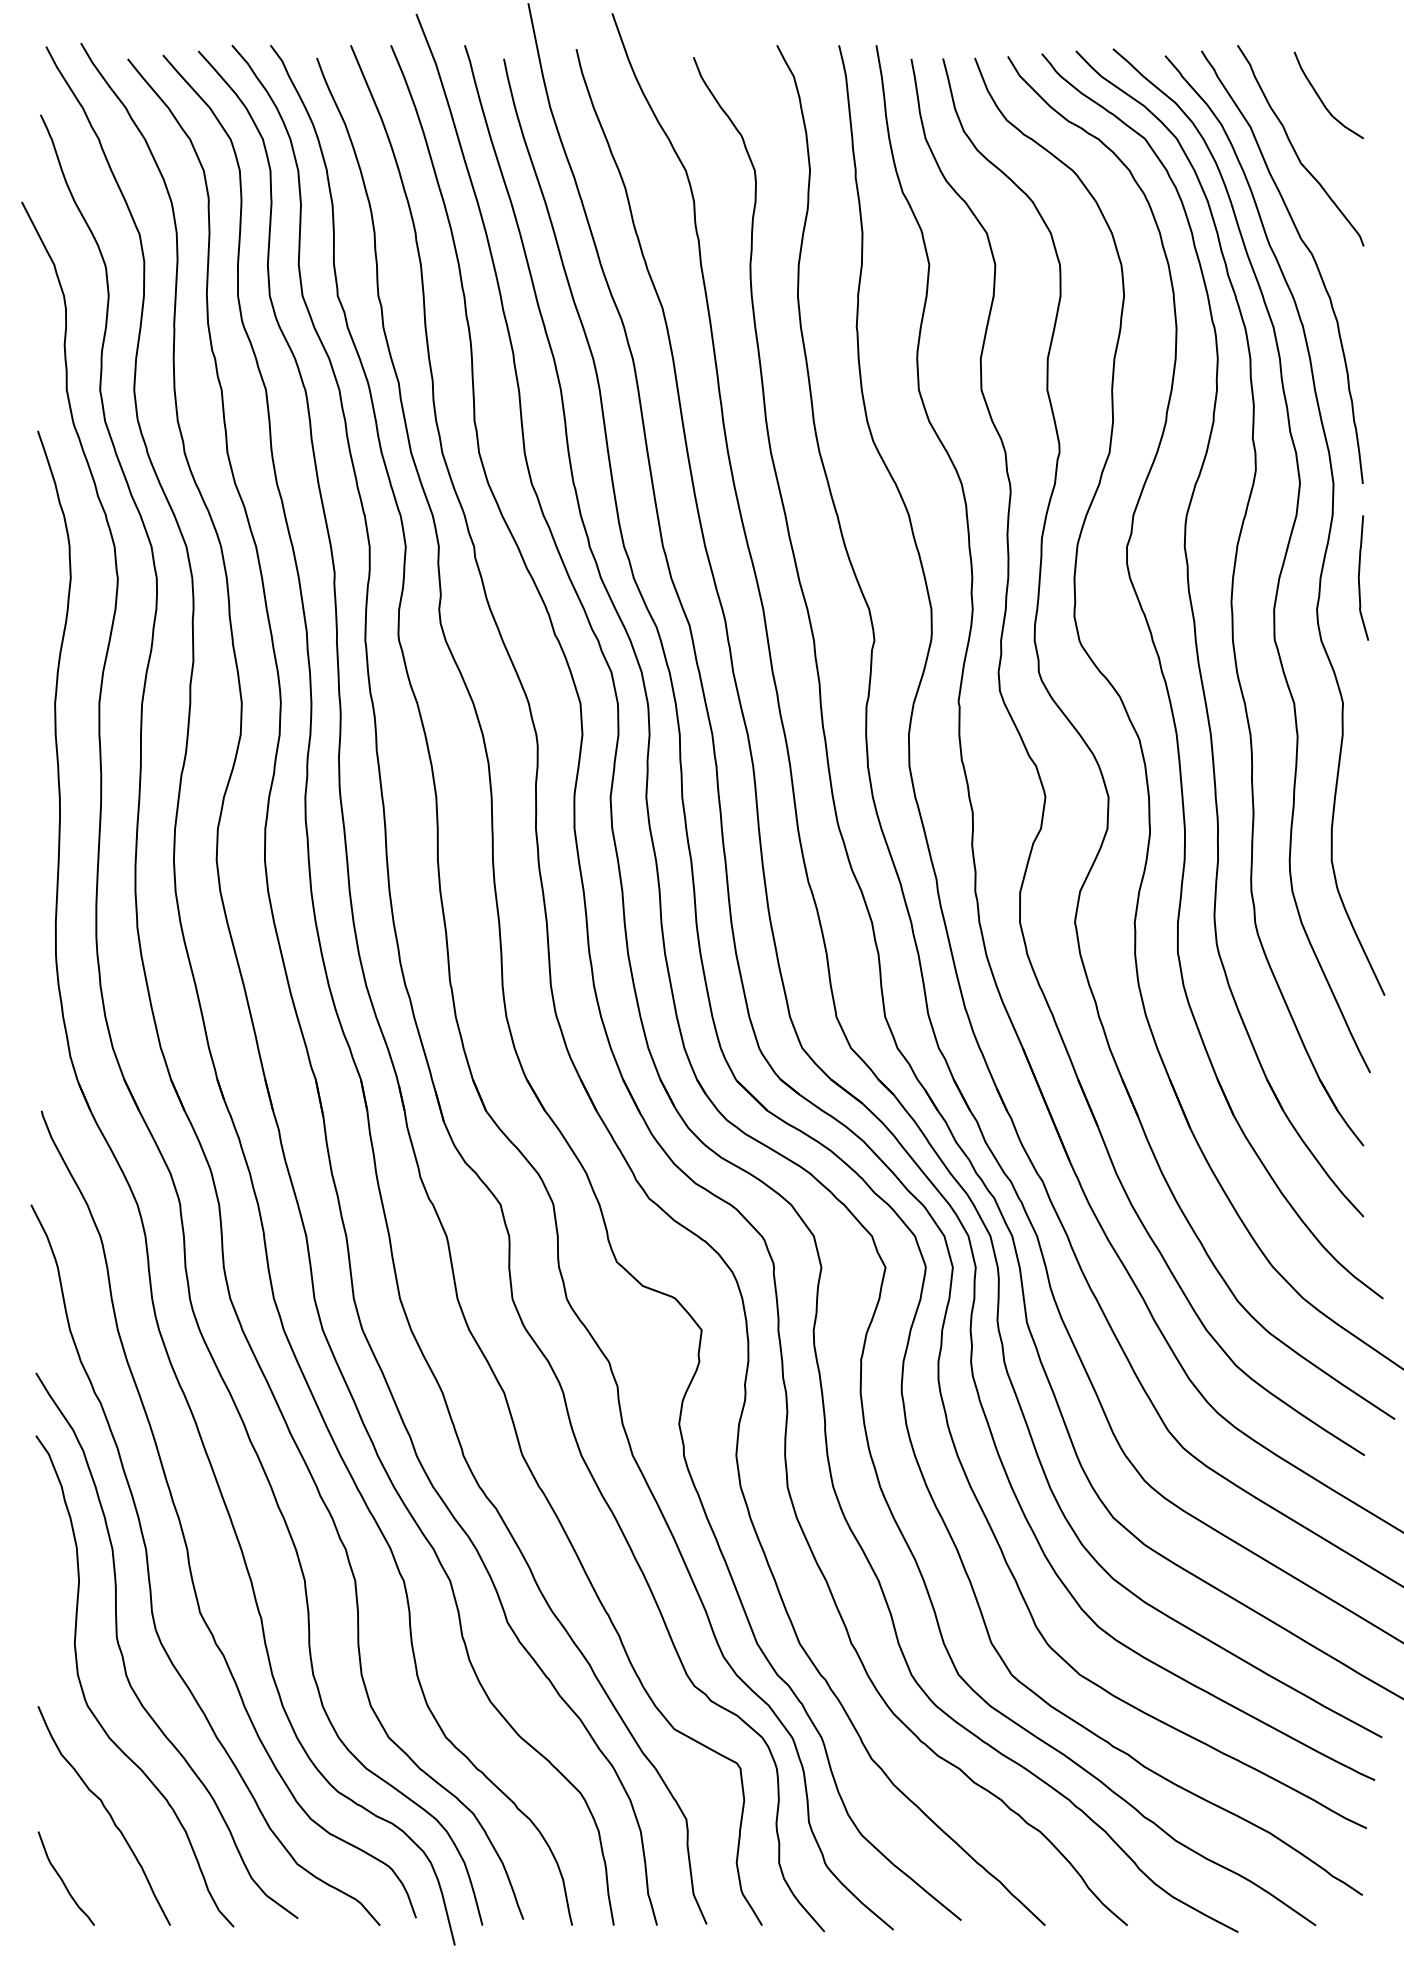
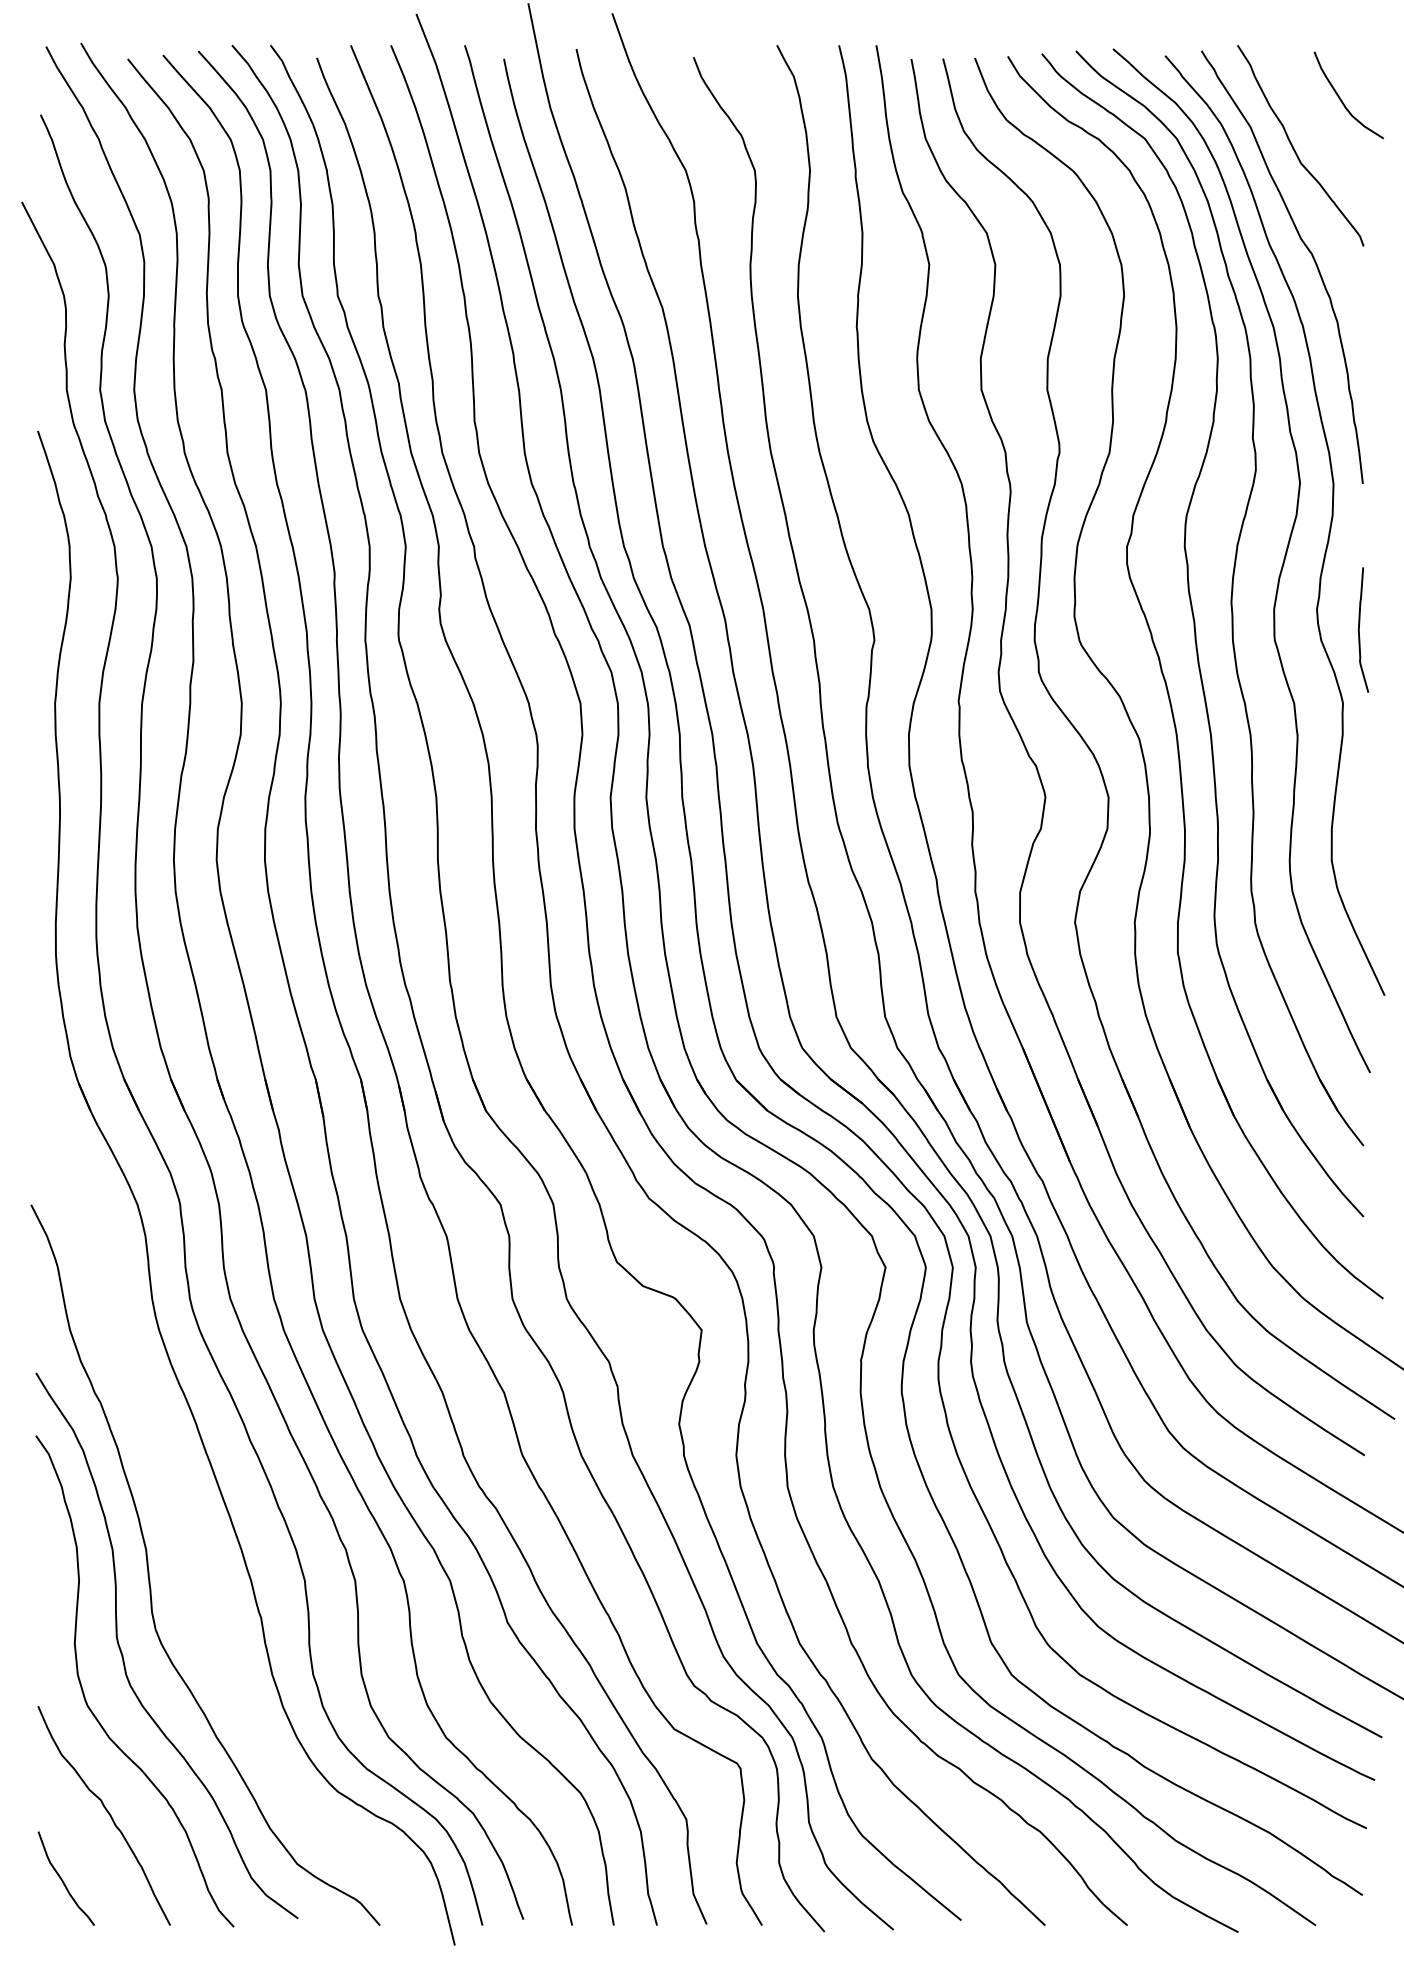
curve at (1322, 100) position: (1322, 100) -> (1342, 100)
curve at (1359, 577) position: (1359, 577) -> (1359, 629)
curve at (183, 1530): present -> none
